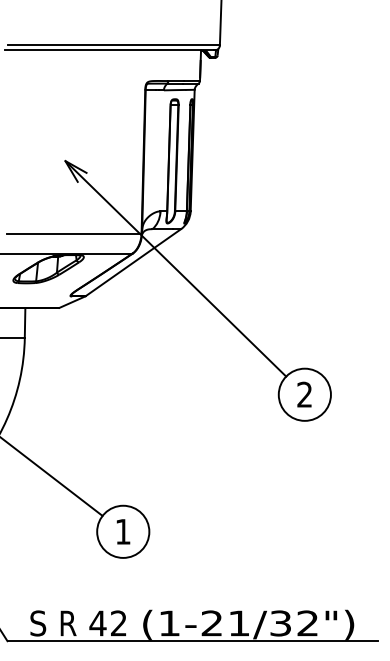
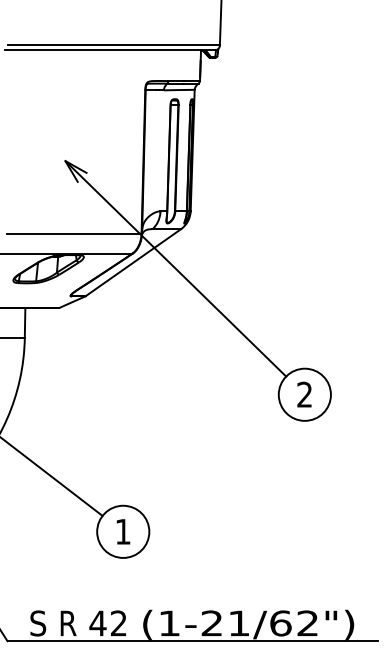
text at (280, 623): (1-21/32") -> (1-21/62")
